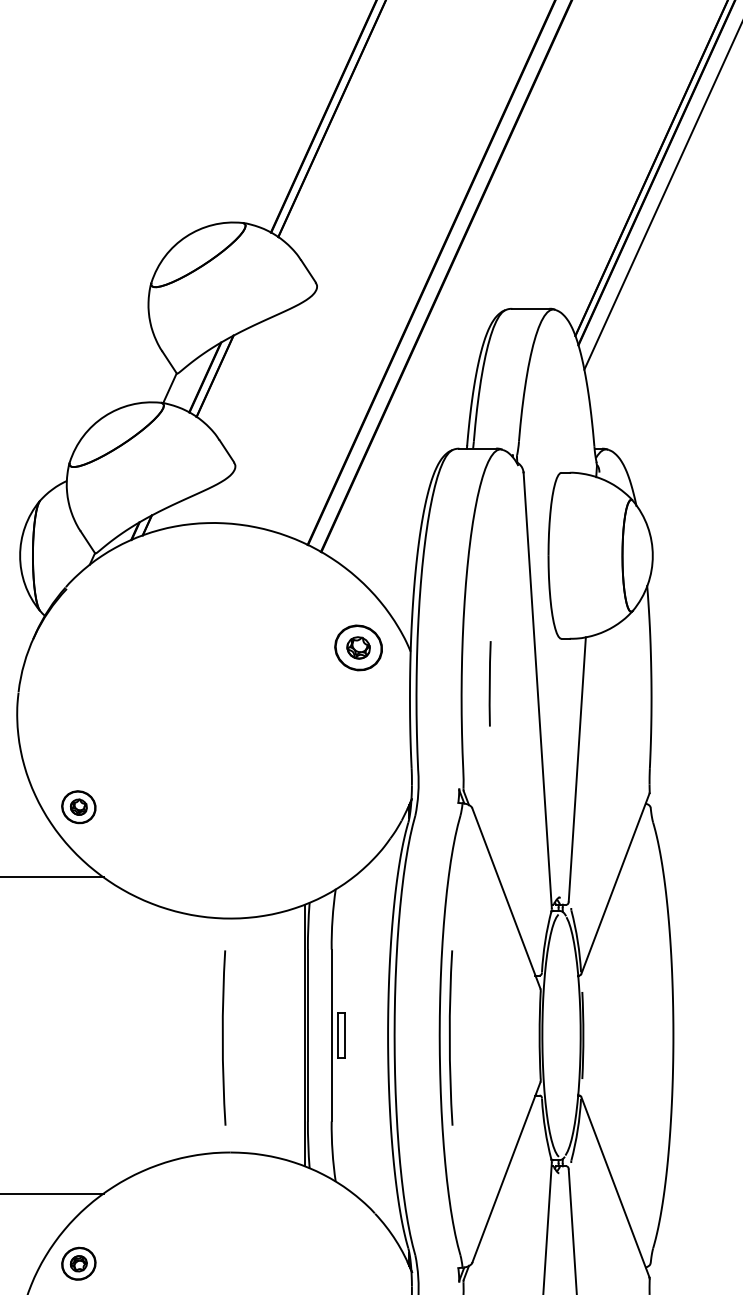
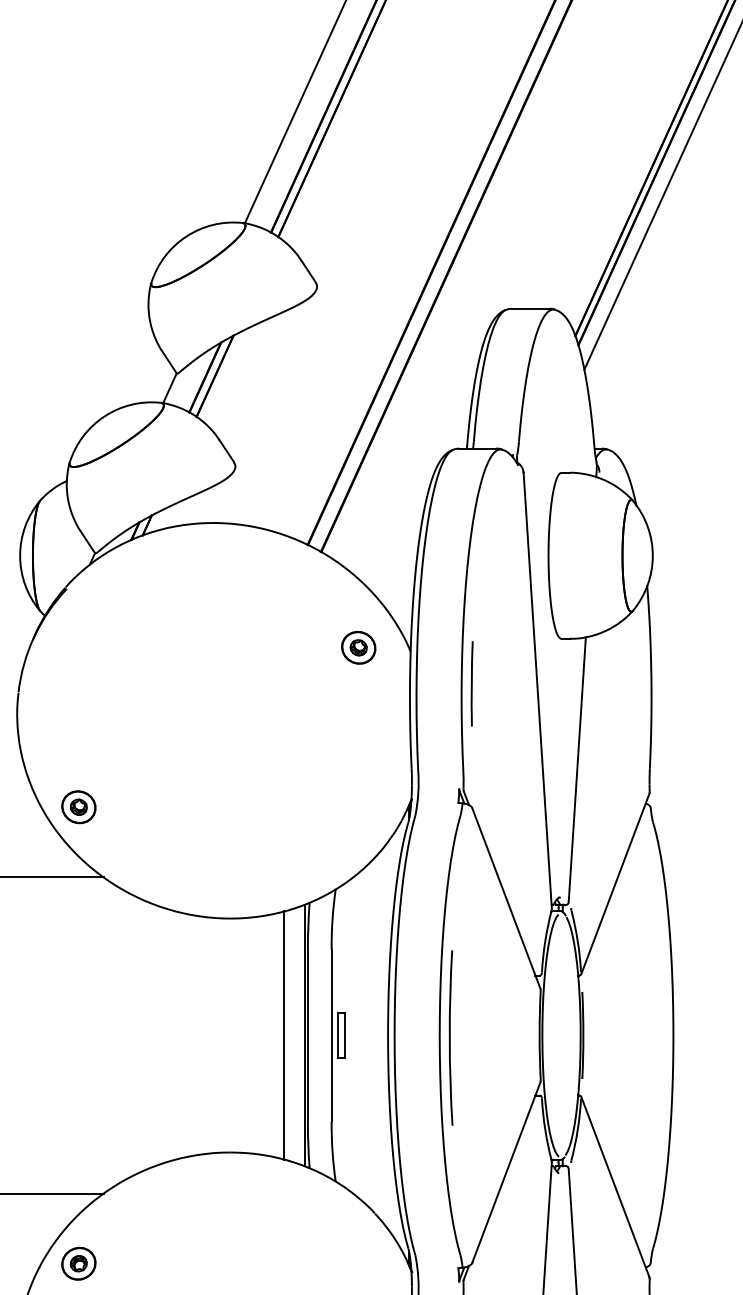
line at (294, 112): none -> present
part at (358, 647) size: 49x48 px -> 36x35 px
line at (489, 683) position: (489, 683) -> (471, 683)
line at (284, 1035): none -> present
arc at (223, 1037): present -> none
